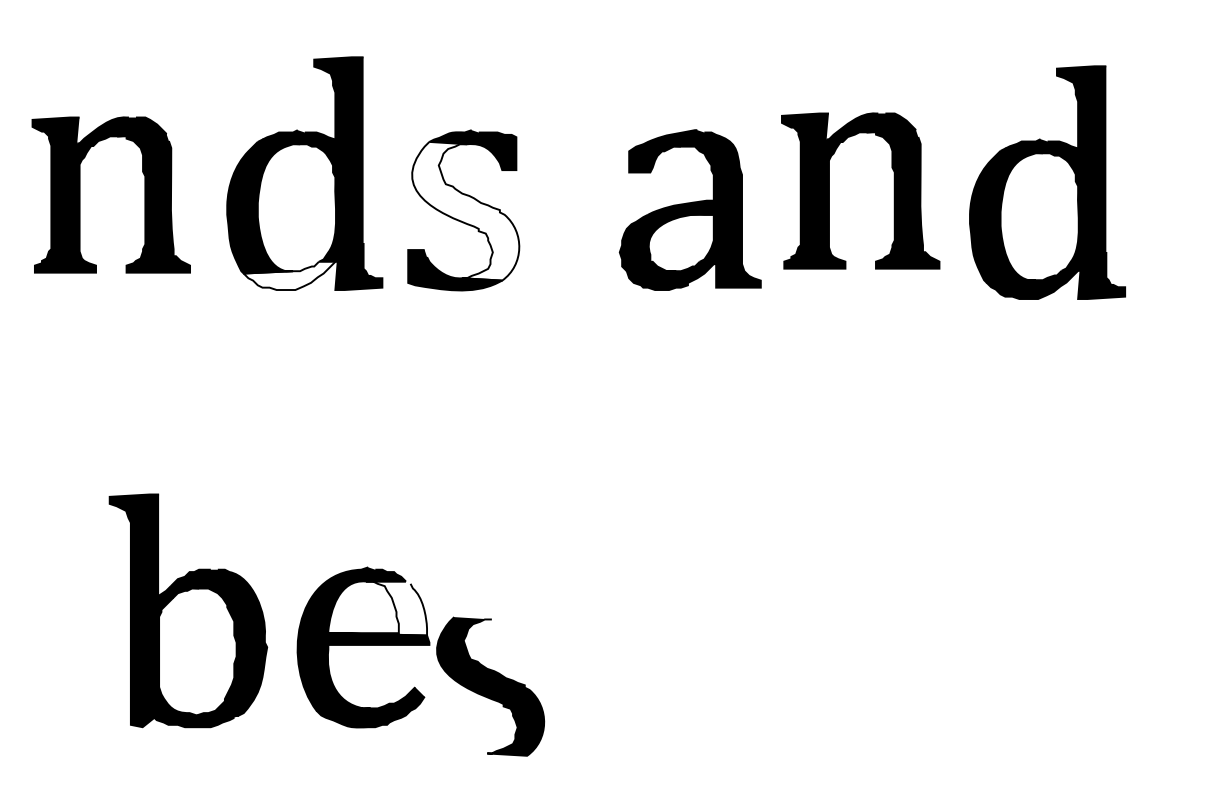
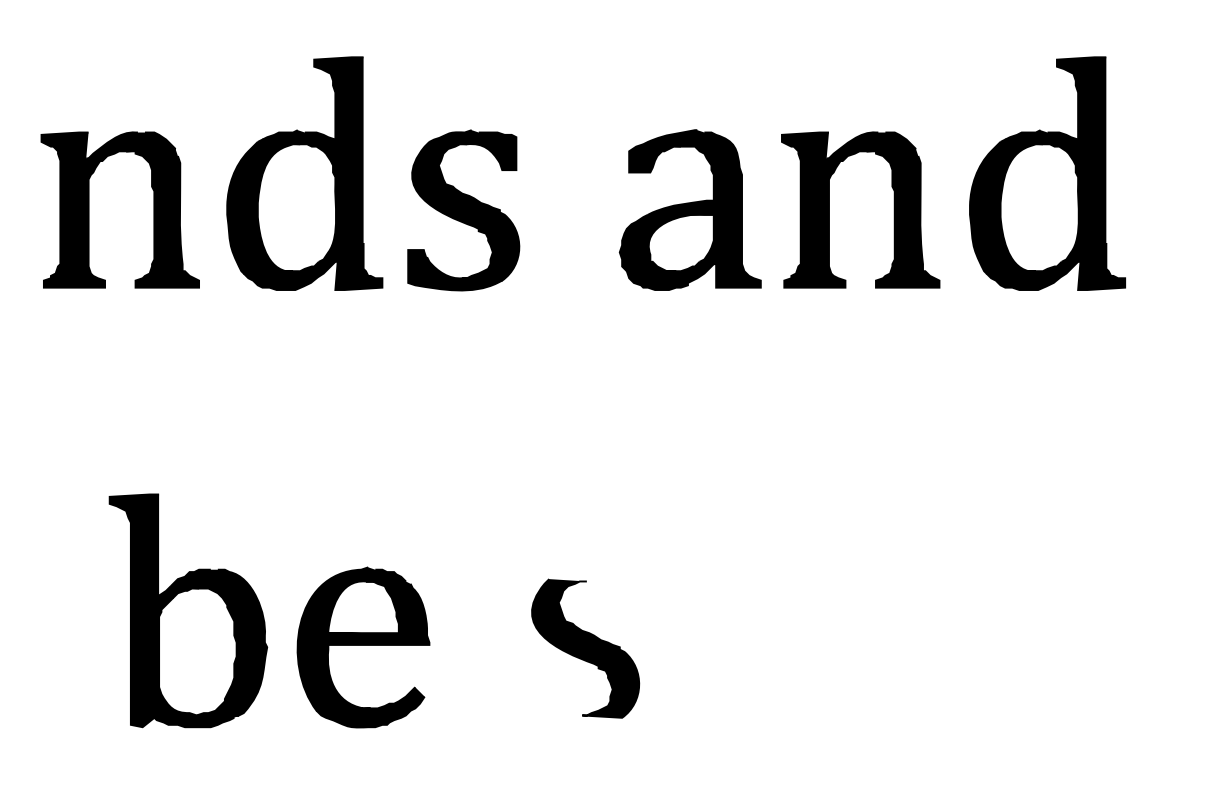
part at (1047, 182) position: (1047, 182) -> (1047, 173)
part at (829, 190) position: (829, 190) -> (829, 209)
part at (80, 194) position: (80, 194) -> (89, 209)
fill at (465, 210): none -> present
fill at (289, 275): none -> present
fill at (377, 608): none -> present
part at (490, 686) position: (490, 686) -> (585, 648)
